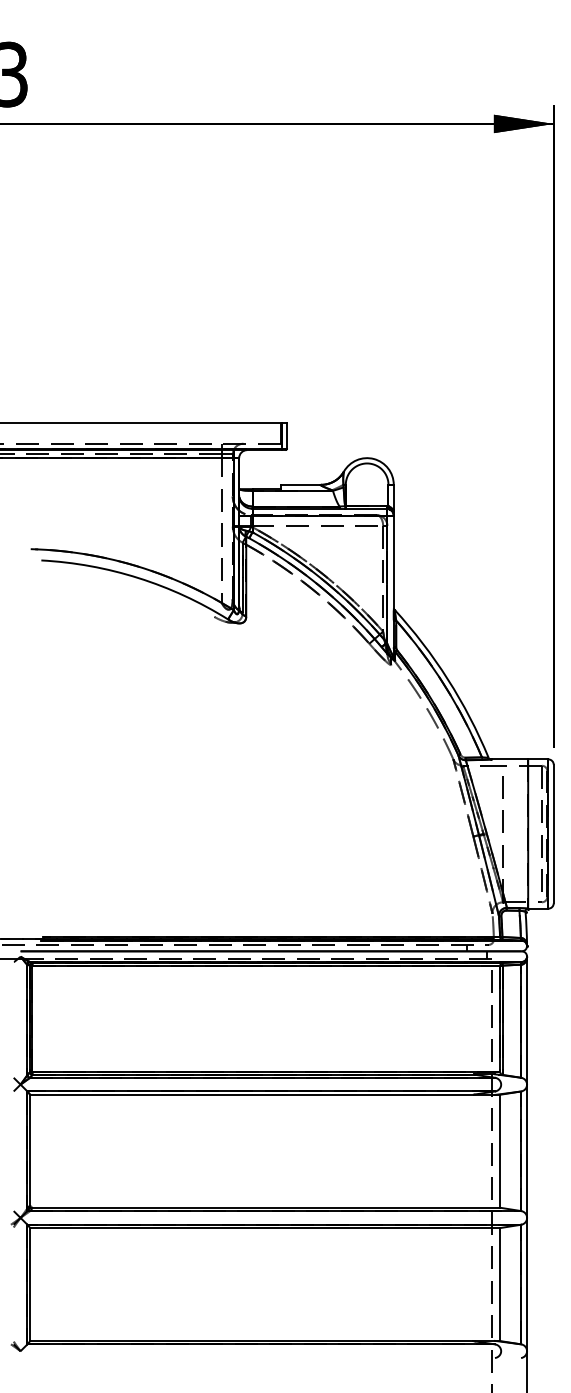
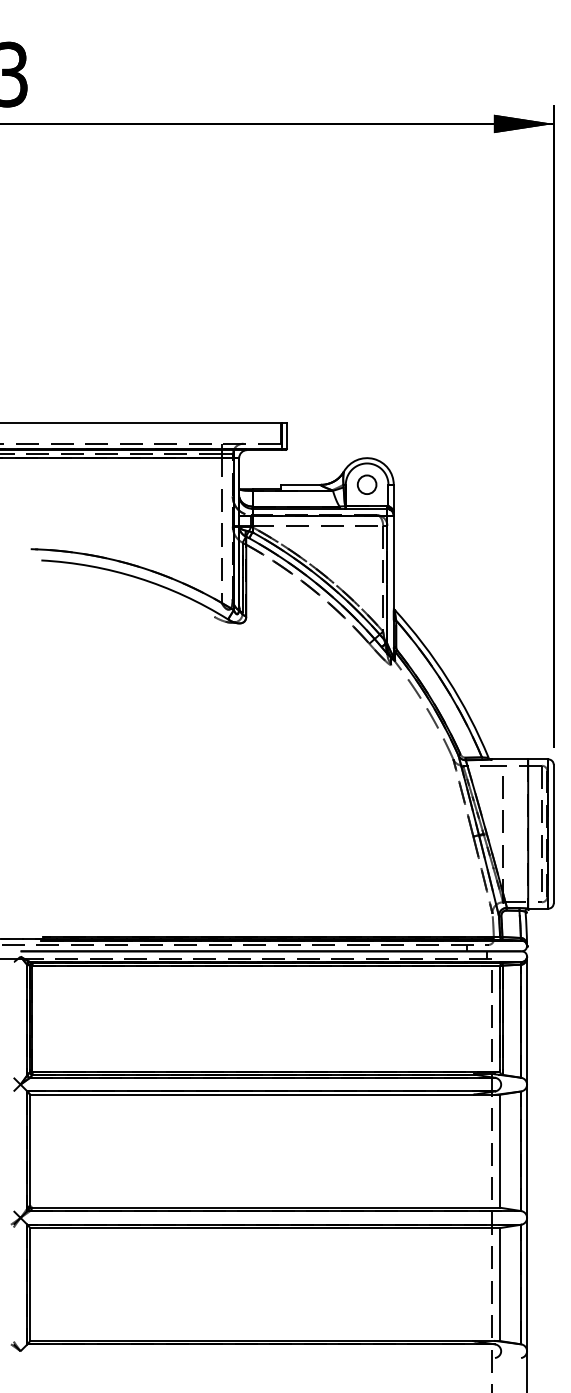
circle at (366, 484): none -> present
